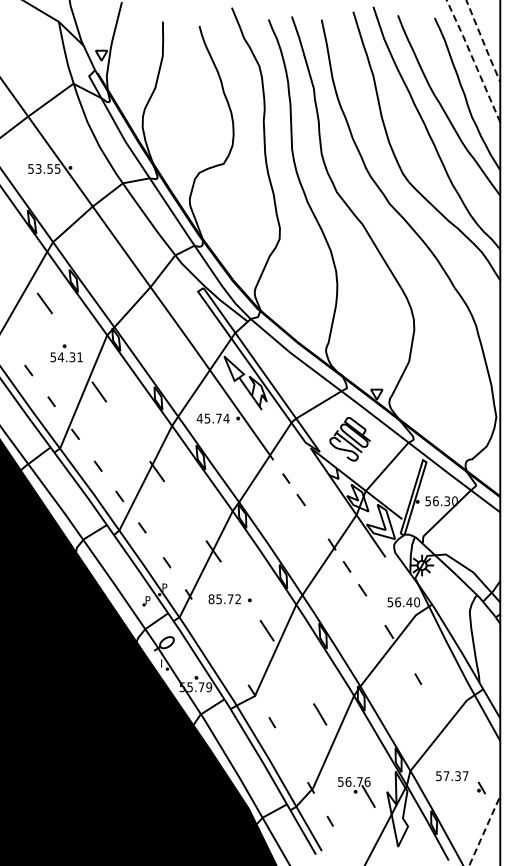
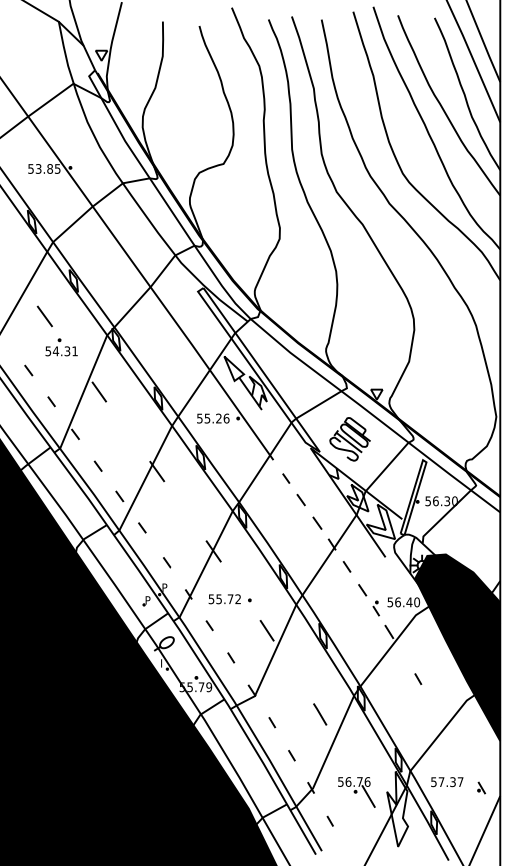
line at (483, 42): dashed -> solid
line at (473, 60): dashed -> solid
text at (49, 168): 53.55 -> 53.85
line at (44, 303) position: (44, 303) -> (44, 316)
part at (66, 353) position: (66, 353) -> (61, 347)
text at (212, 418): 45.74 -> 55.26
line at (317, 522): none -> present
text at (211, 599): 85.72 -> 55.72
part at (375, 608): none -> present
line at (209, 625): none -> present
fill at (457, 647): none -> present
line at (231, 657): none -> present
line at (291, 755): none -> present
text at (452, 776) position: (452, 776) -> (447, 782)
line at (484, 830): dashed -> solid
